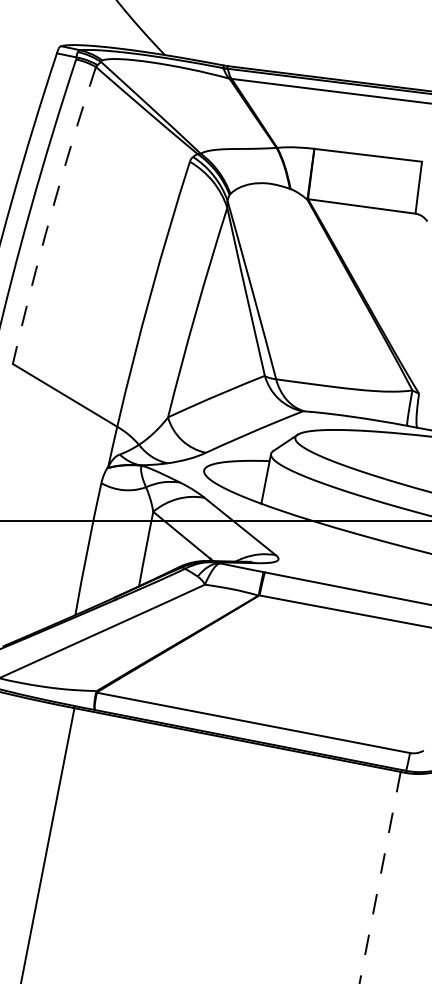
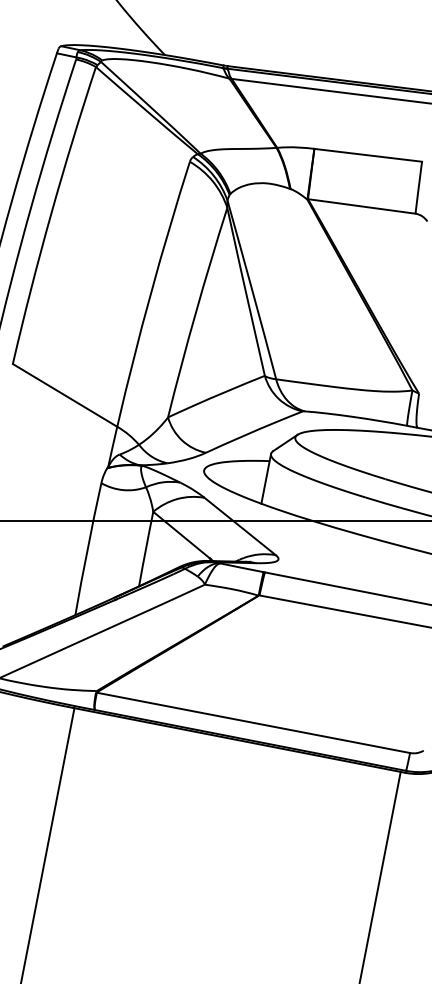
arc at (51, 214): dashed -> solid
line at (380, 877): dashed -> solid
